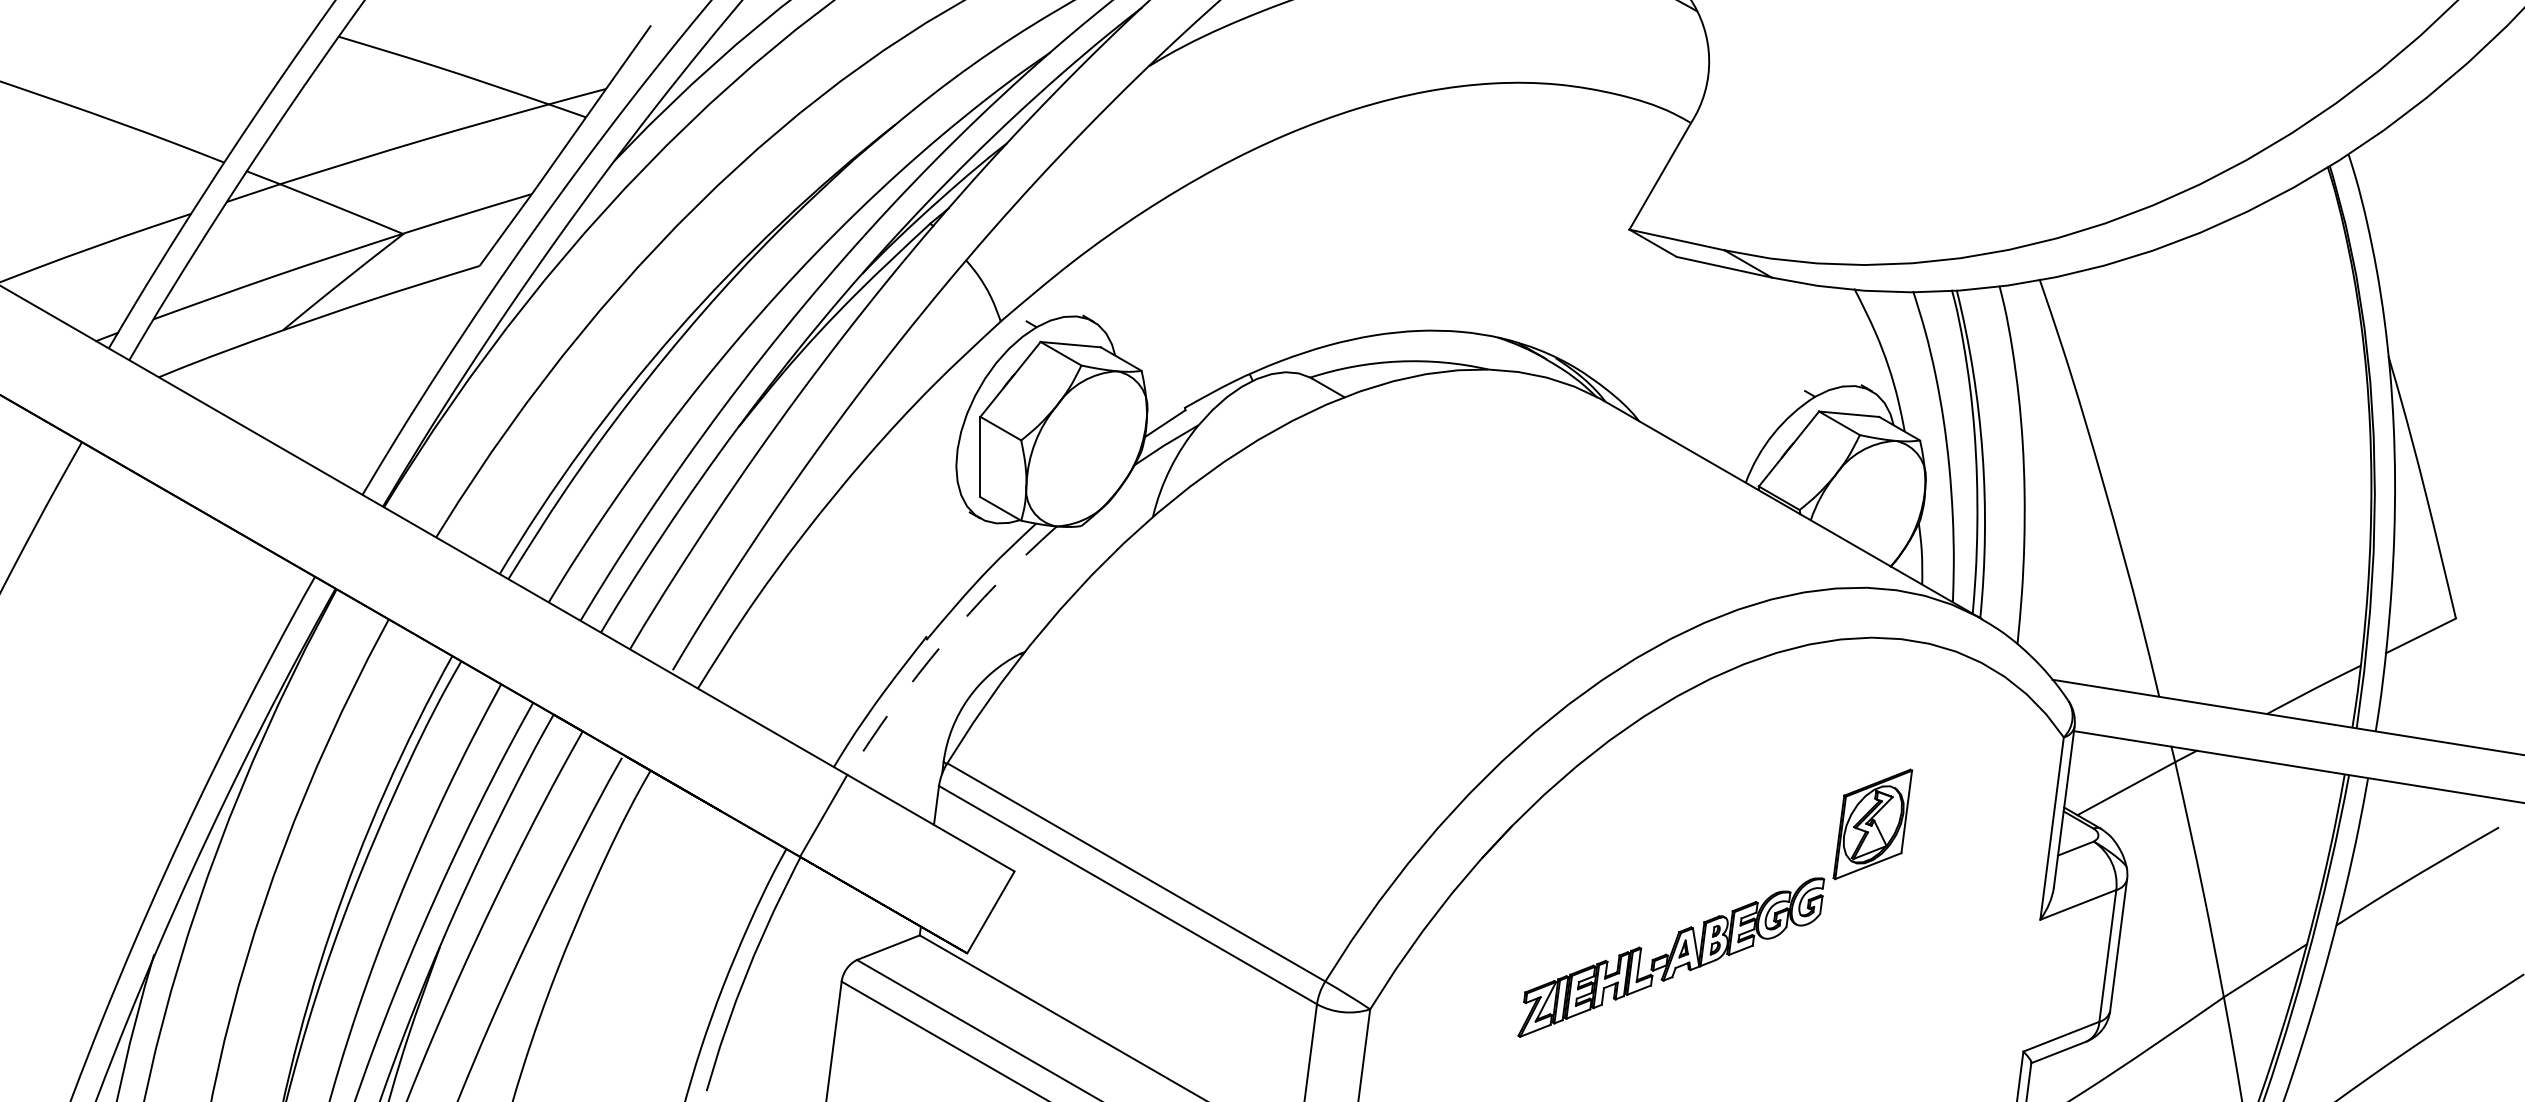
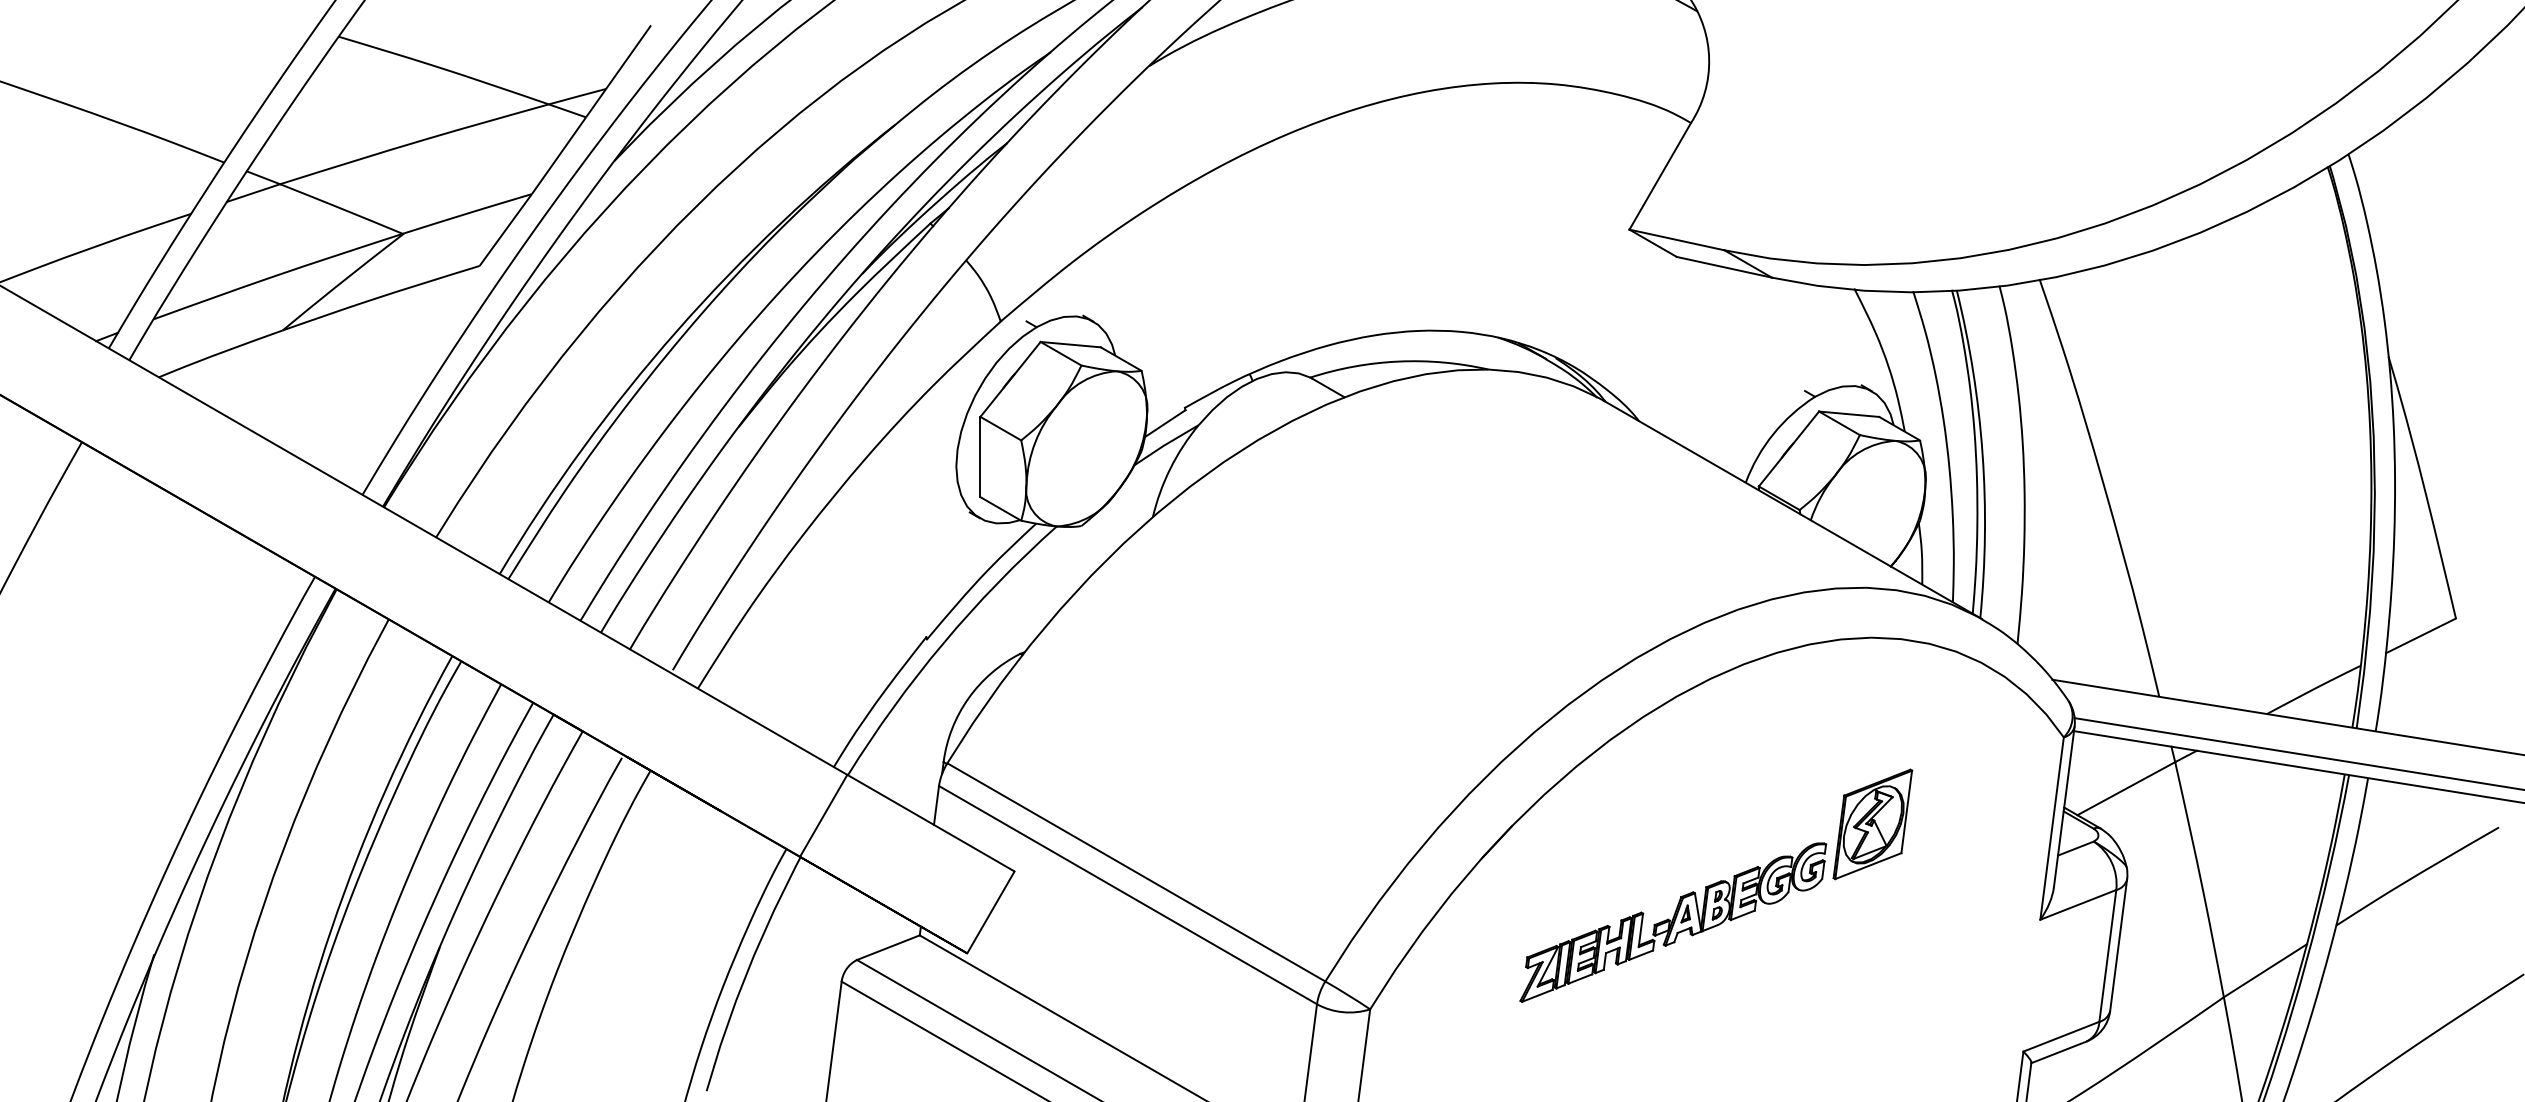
arc at (943, 643): dashed -> solid
line at (2297, 753): none -> present
part at (1671, 957) position: (1671, 957) -> (1673, 922)
